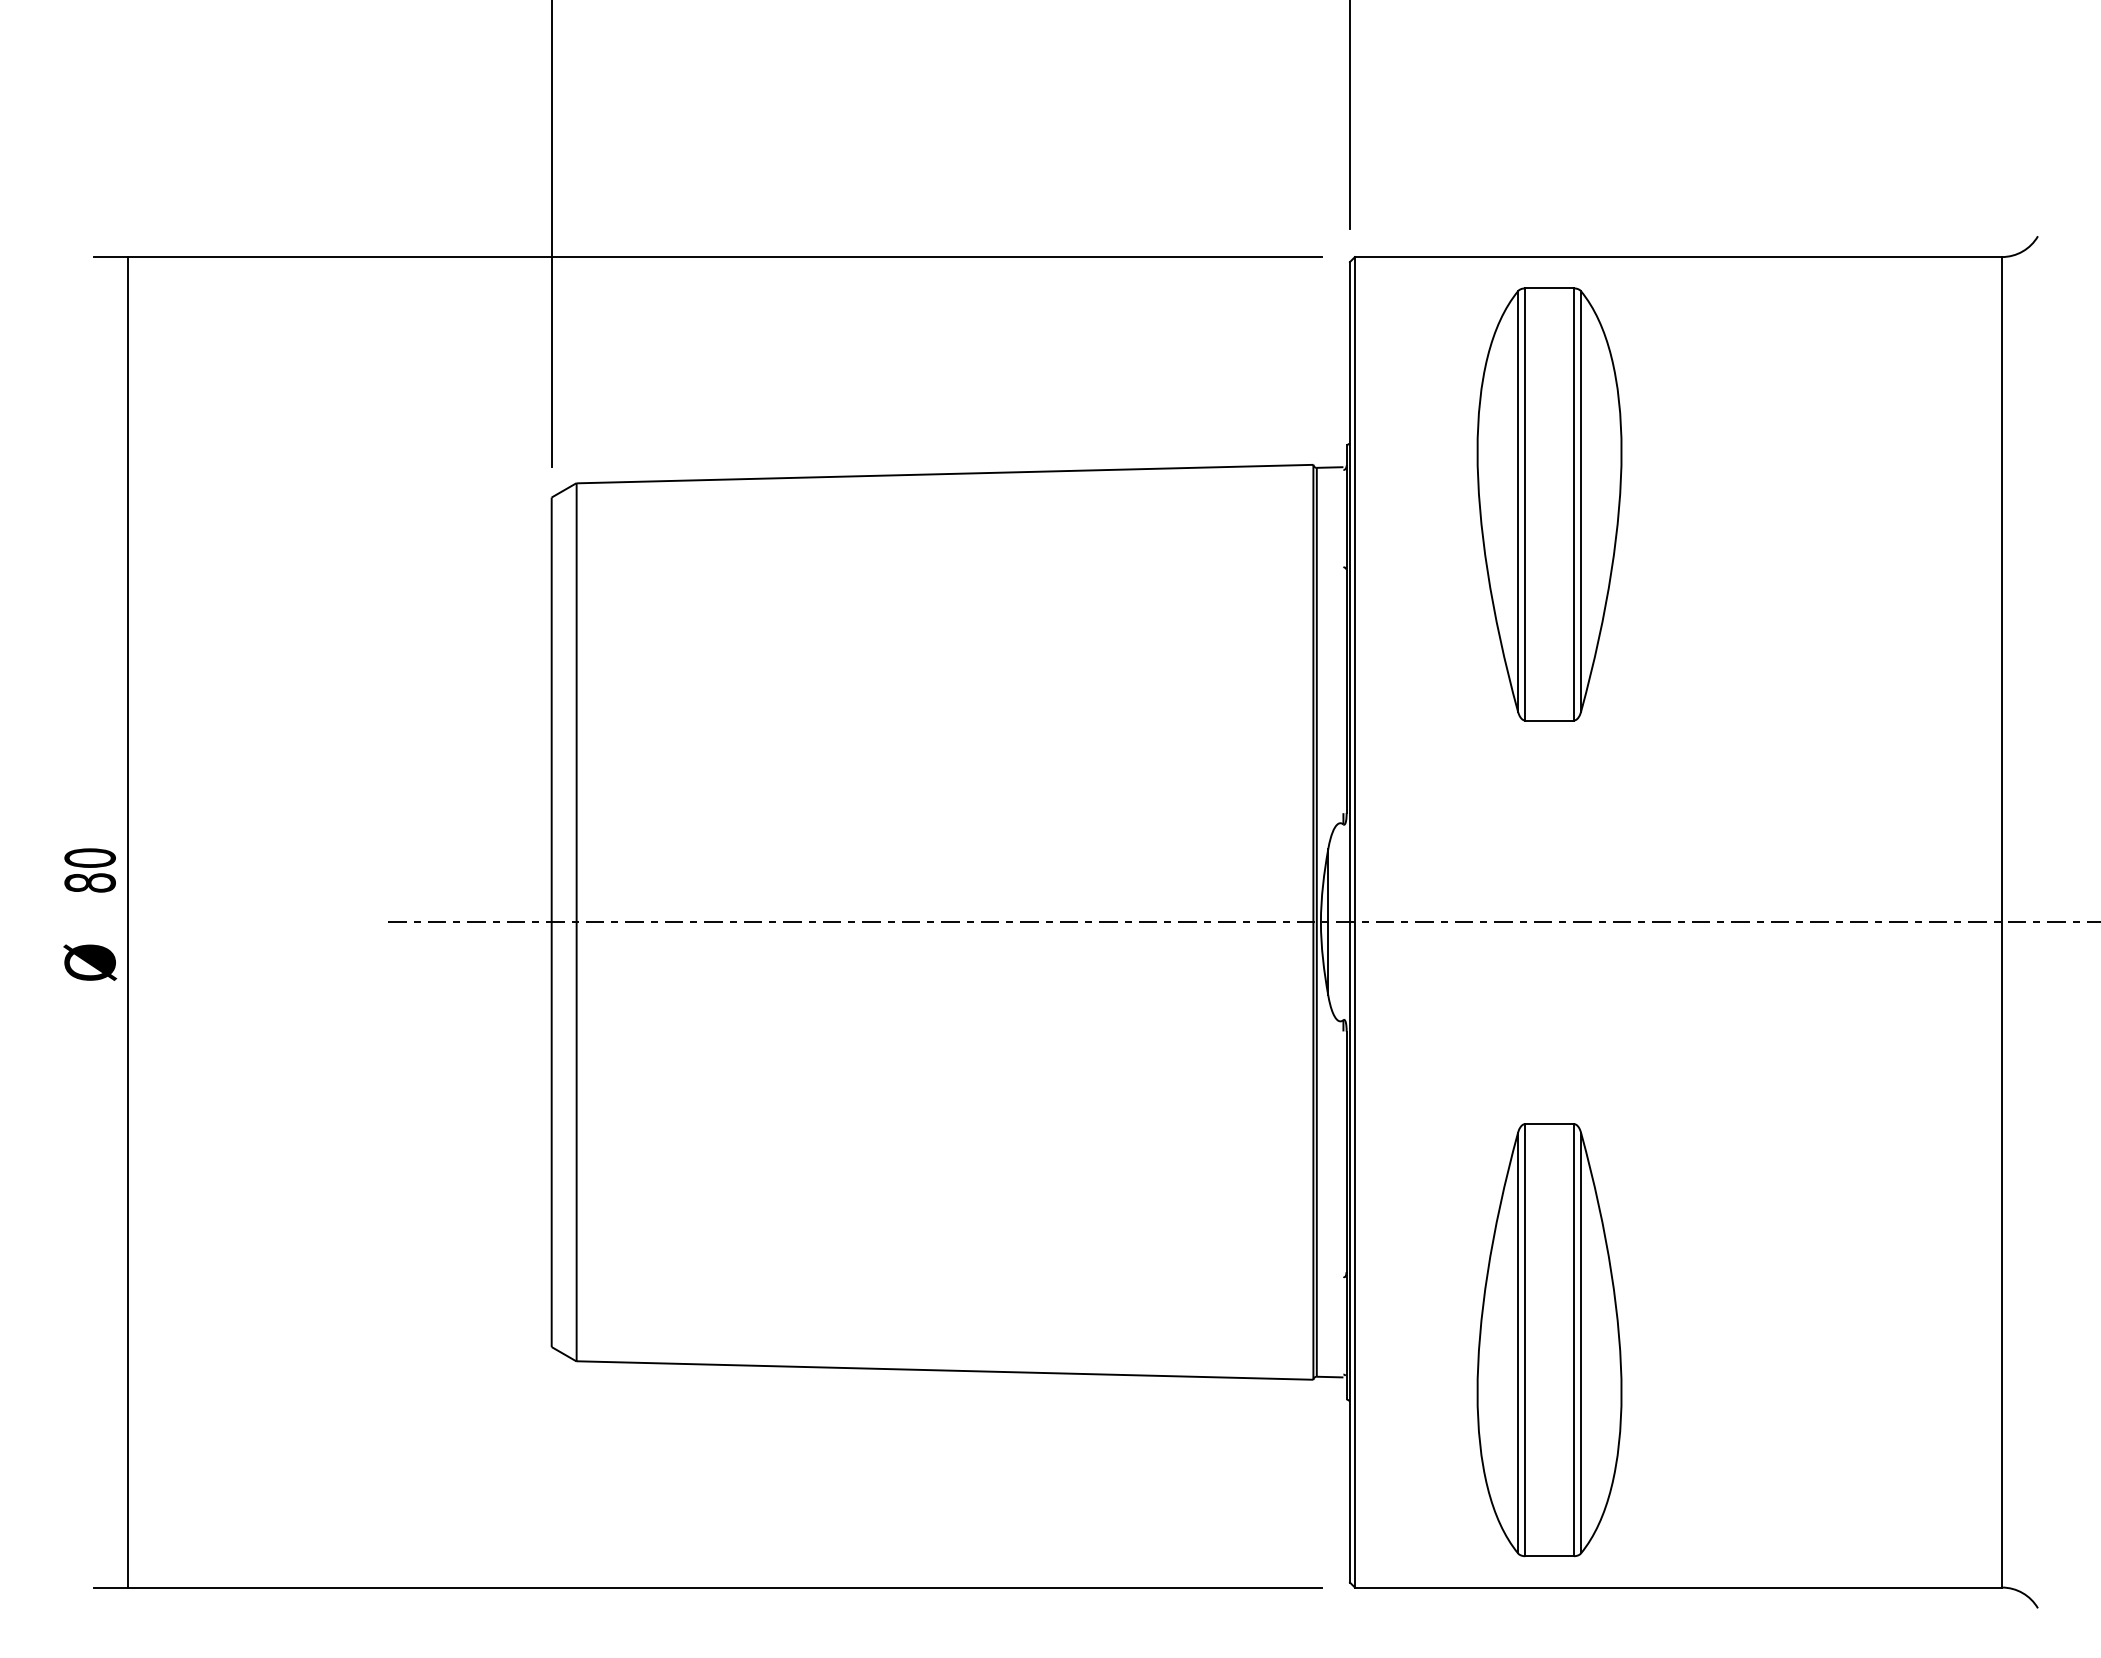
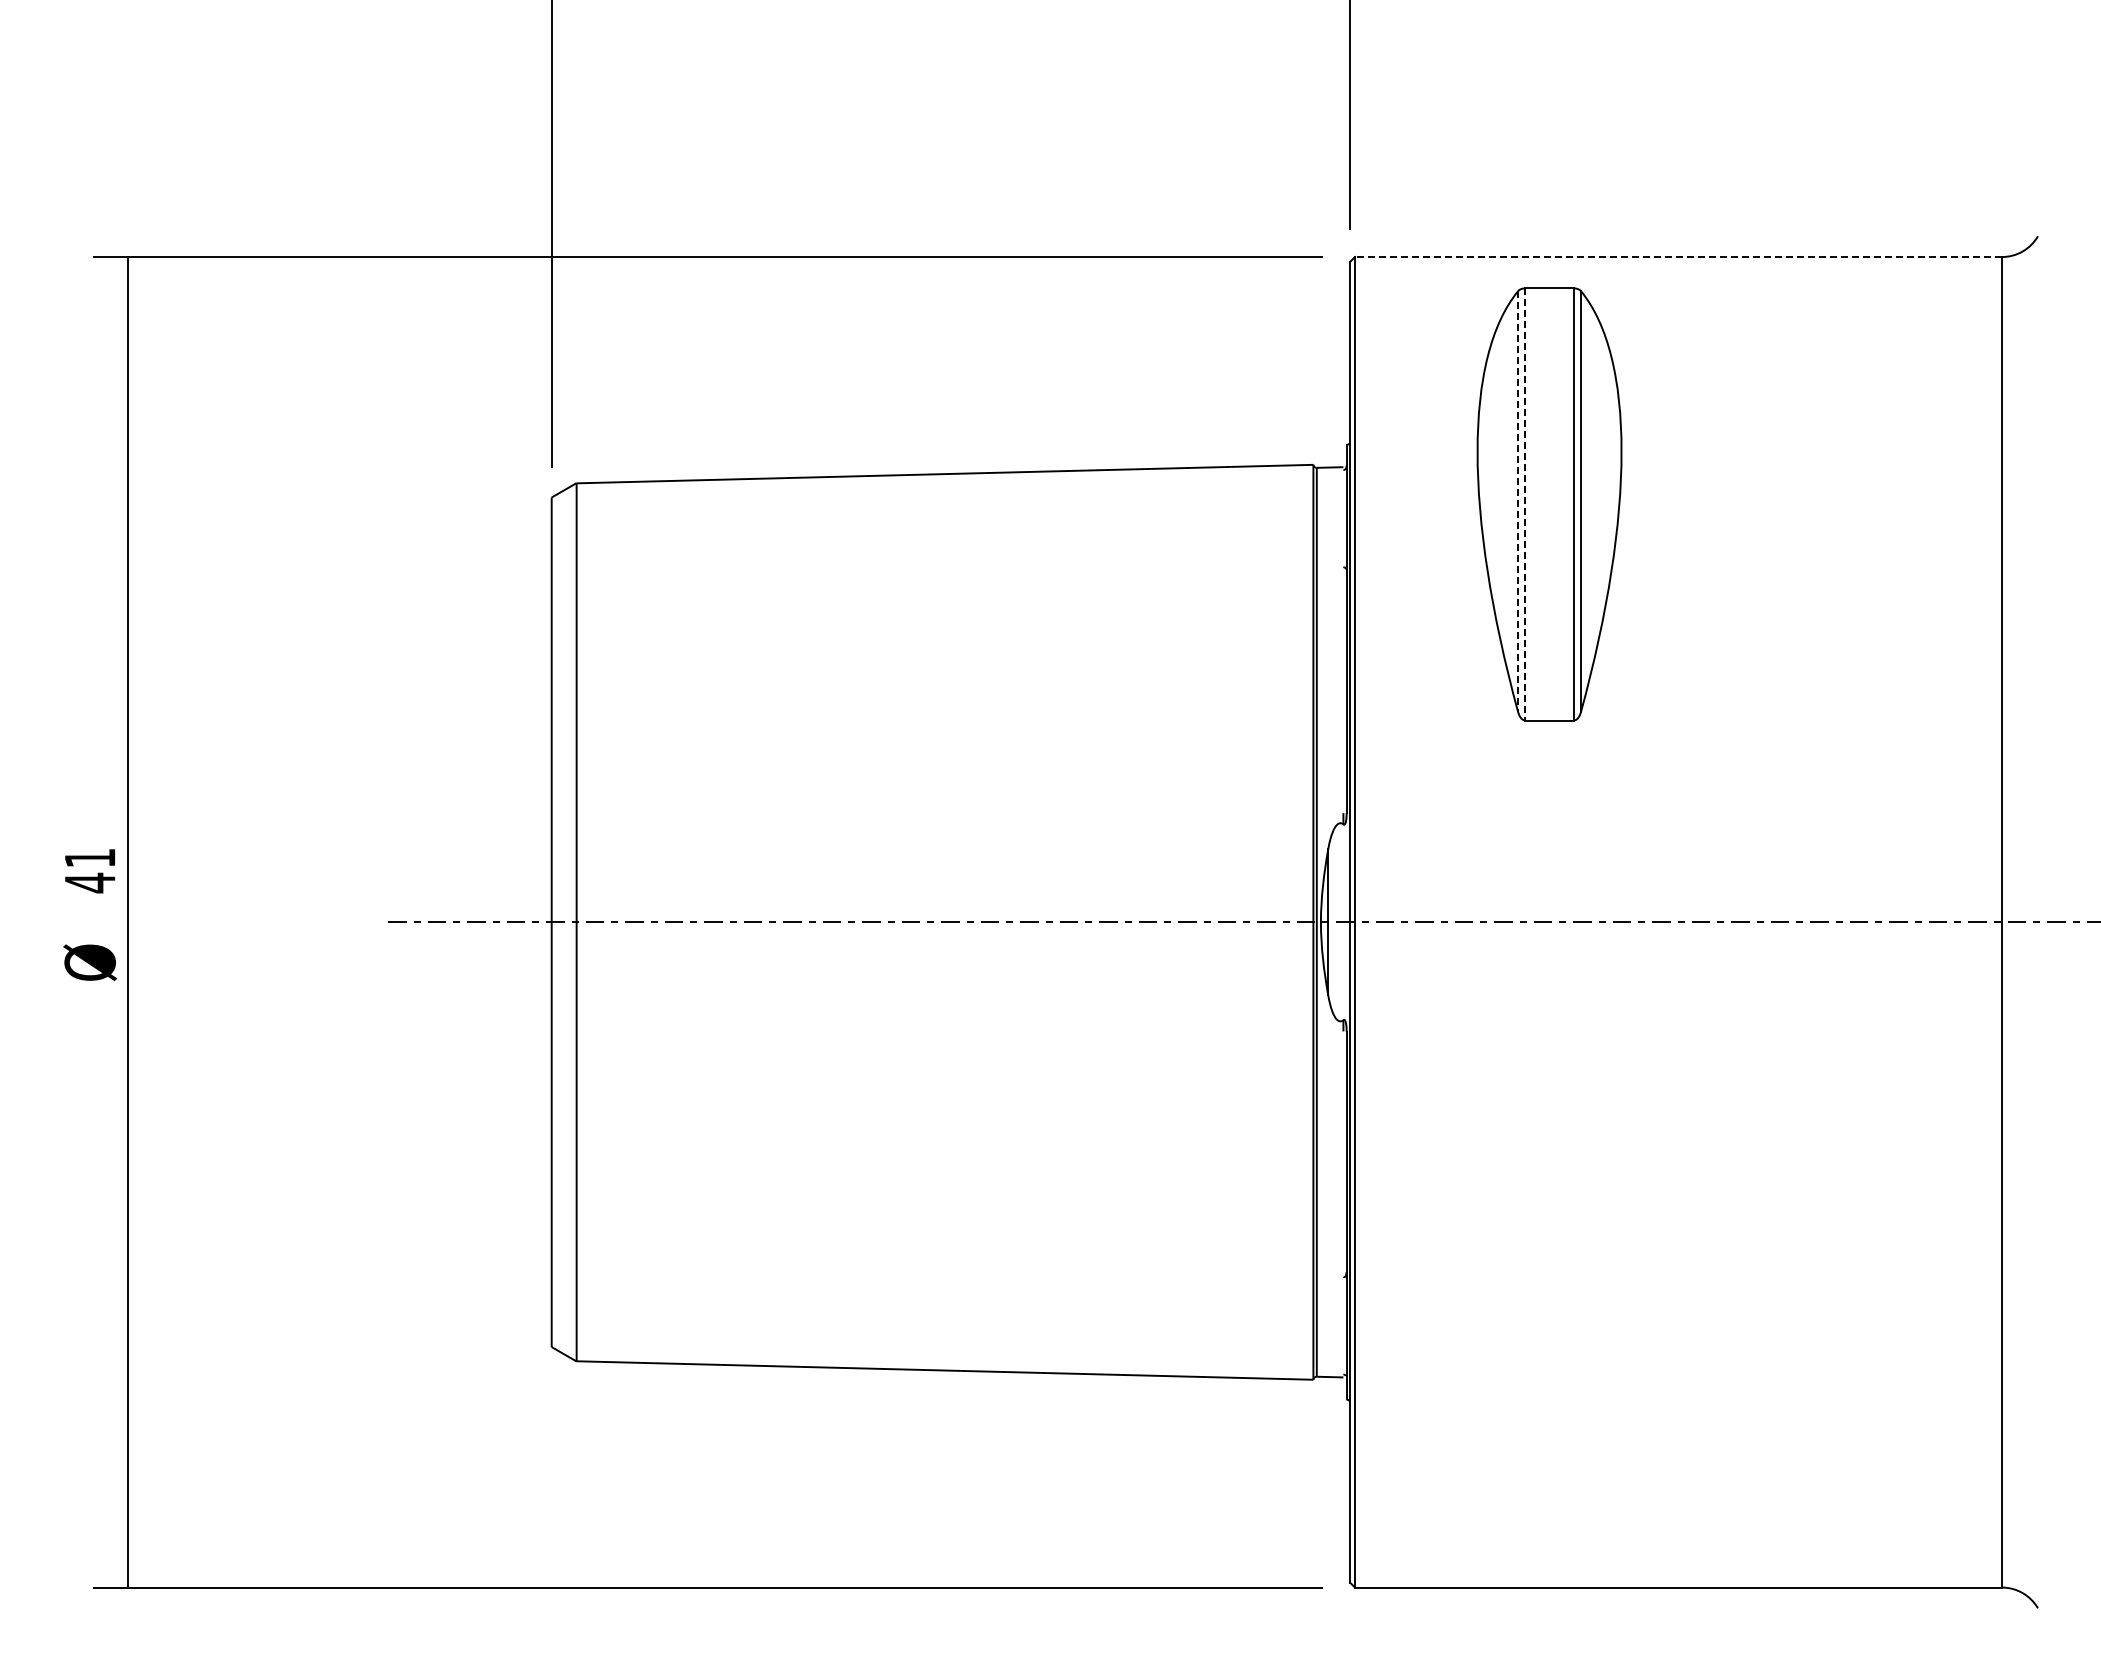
line at (1677, 257): solid -> dashed
line at (1518, 502): solid -> dashed
line at (1525, 504): solid -> dashed
text at (89, 870): 80 -> 41
part at (1549, 1340): present -> none
